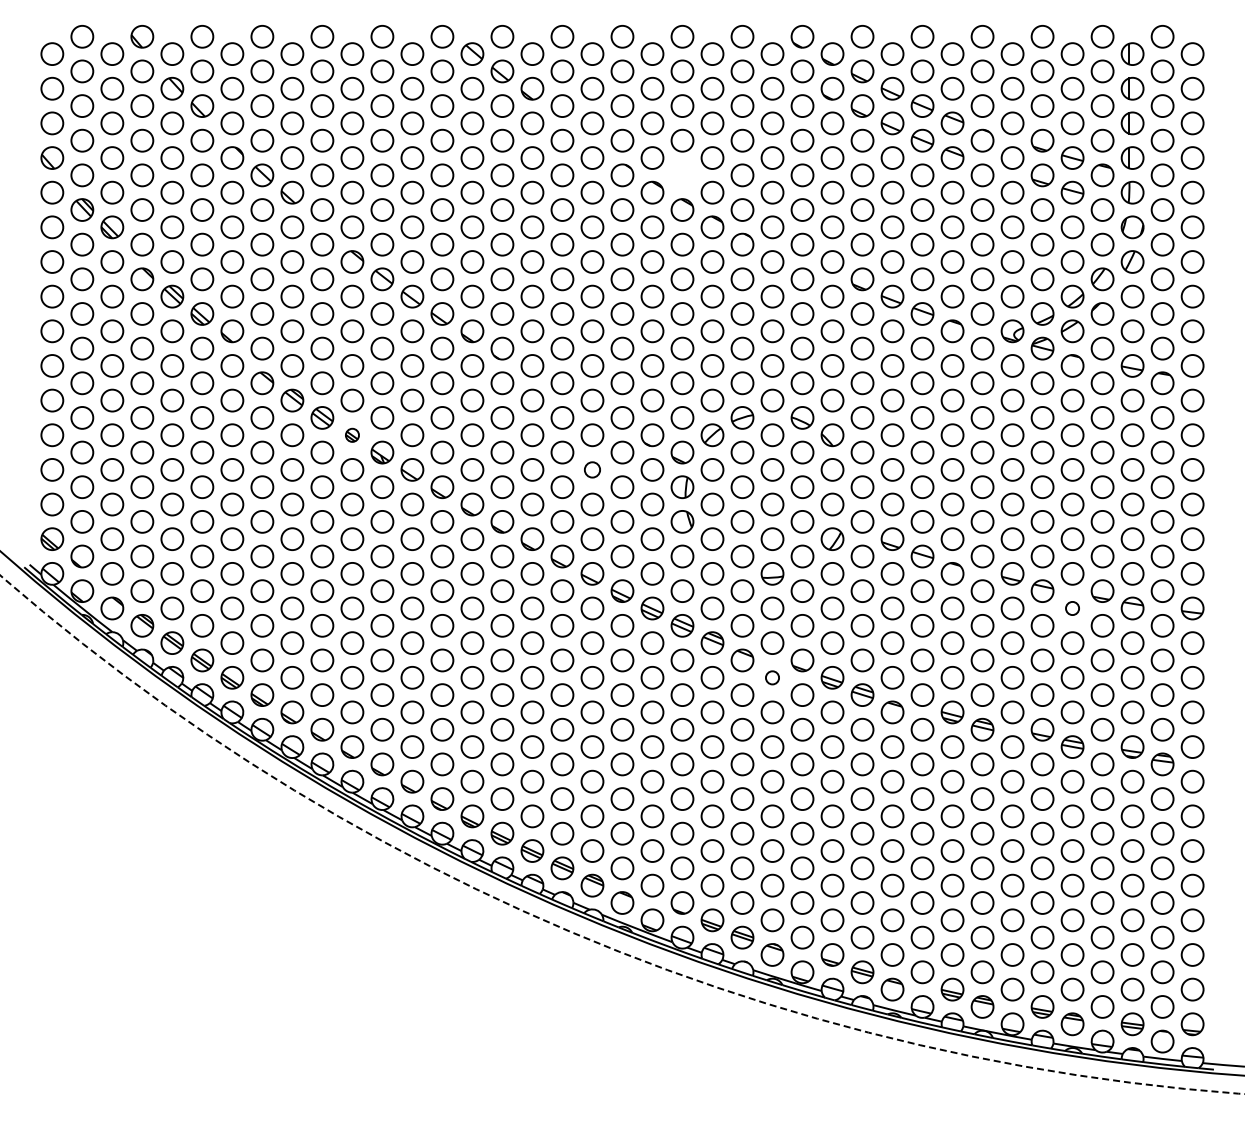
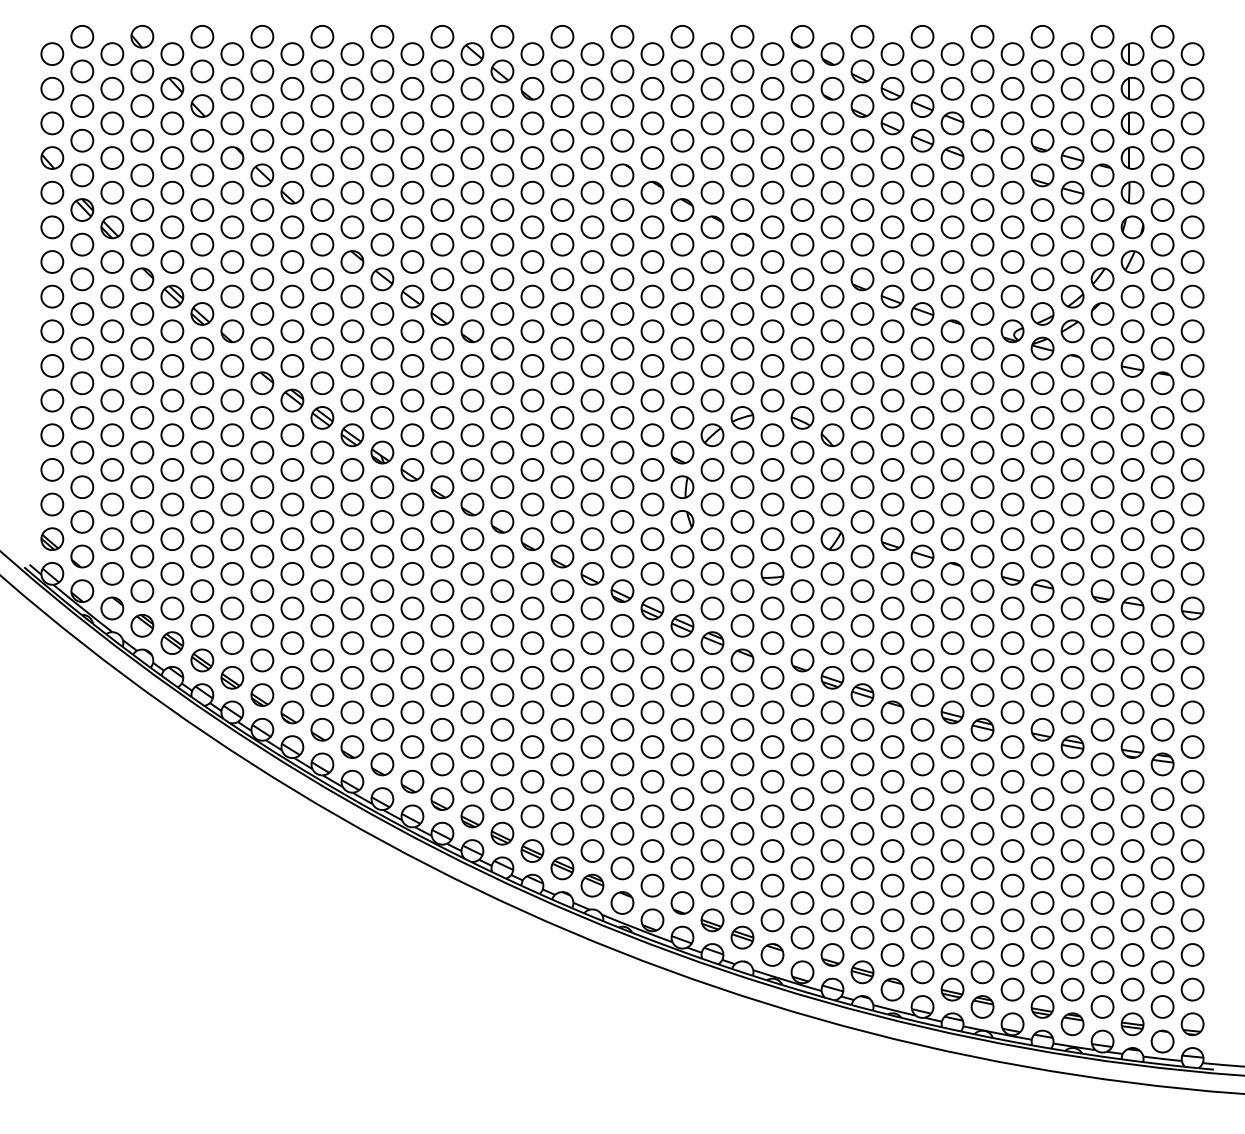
circle at (682, 175): none -> present
part at (352, 434) size: 15x16 px -> 25x25 px
circle at (592, 469) size: 17x18 px -> 25x24 px
circle at (1072, 608) size: 15x15 px -> 25x25 px
circle at (772, 677) size: 15x16 px -> 25x24 px
circle at (622, 834): dashed -> solid
